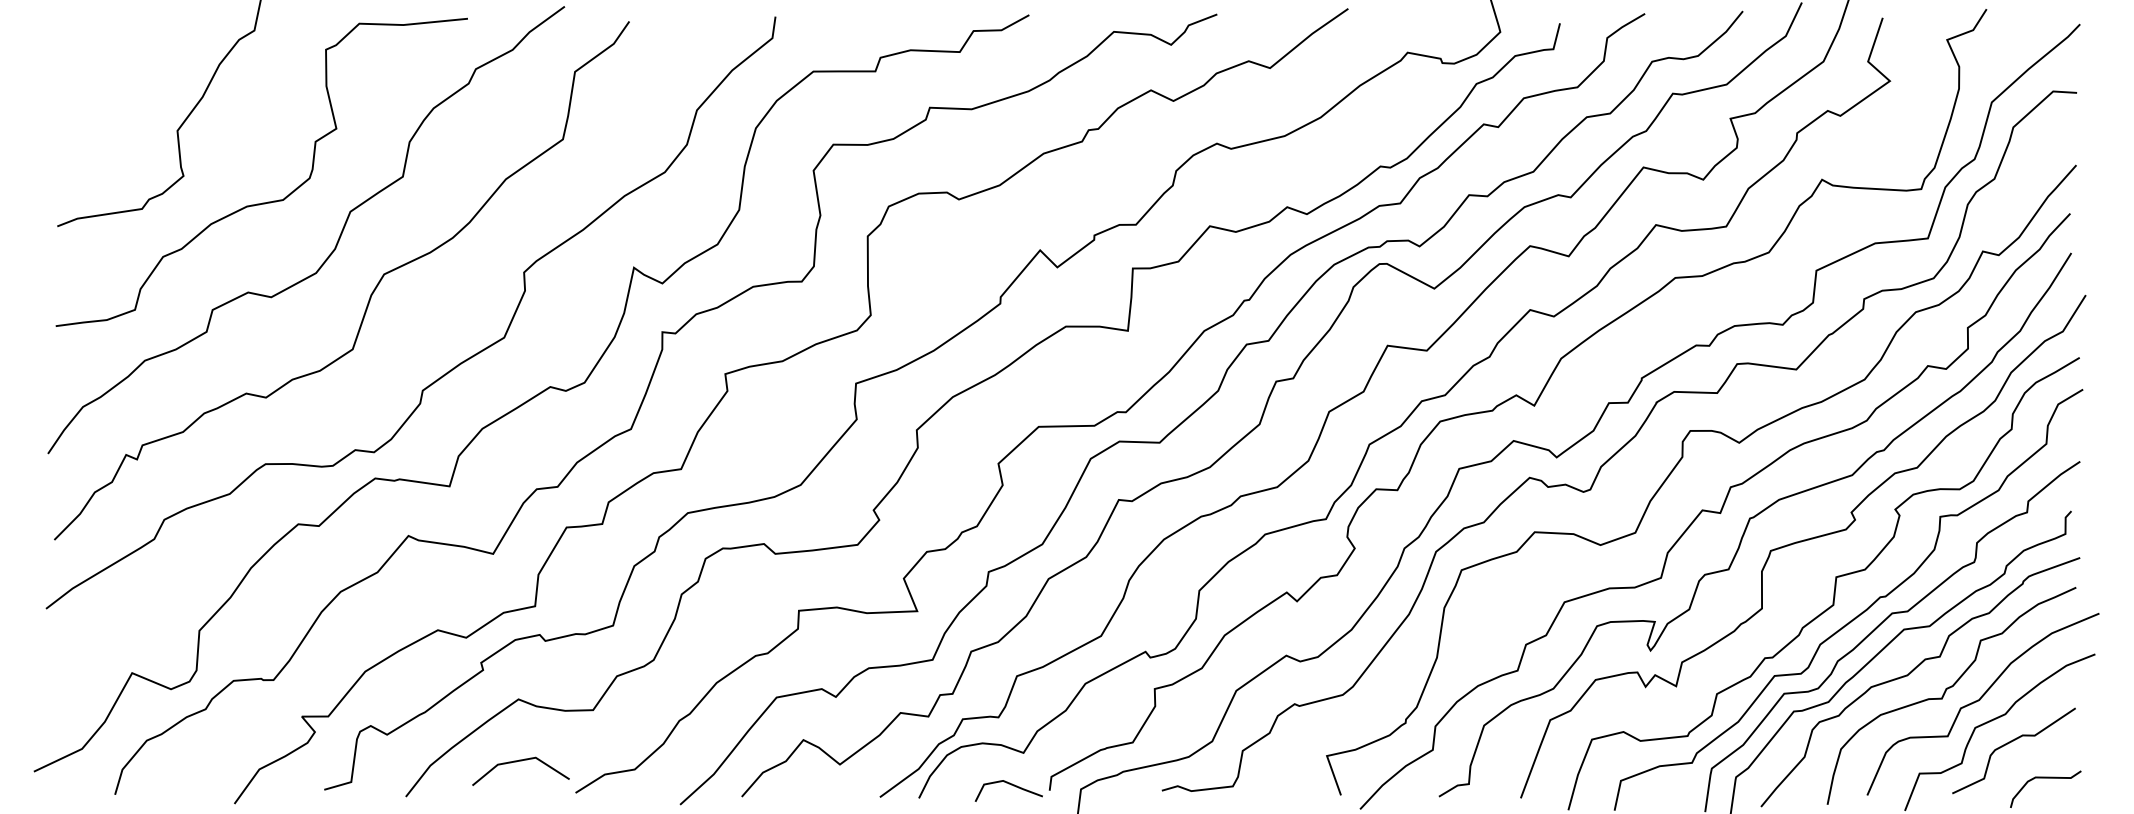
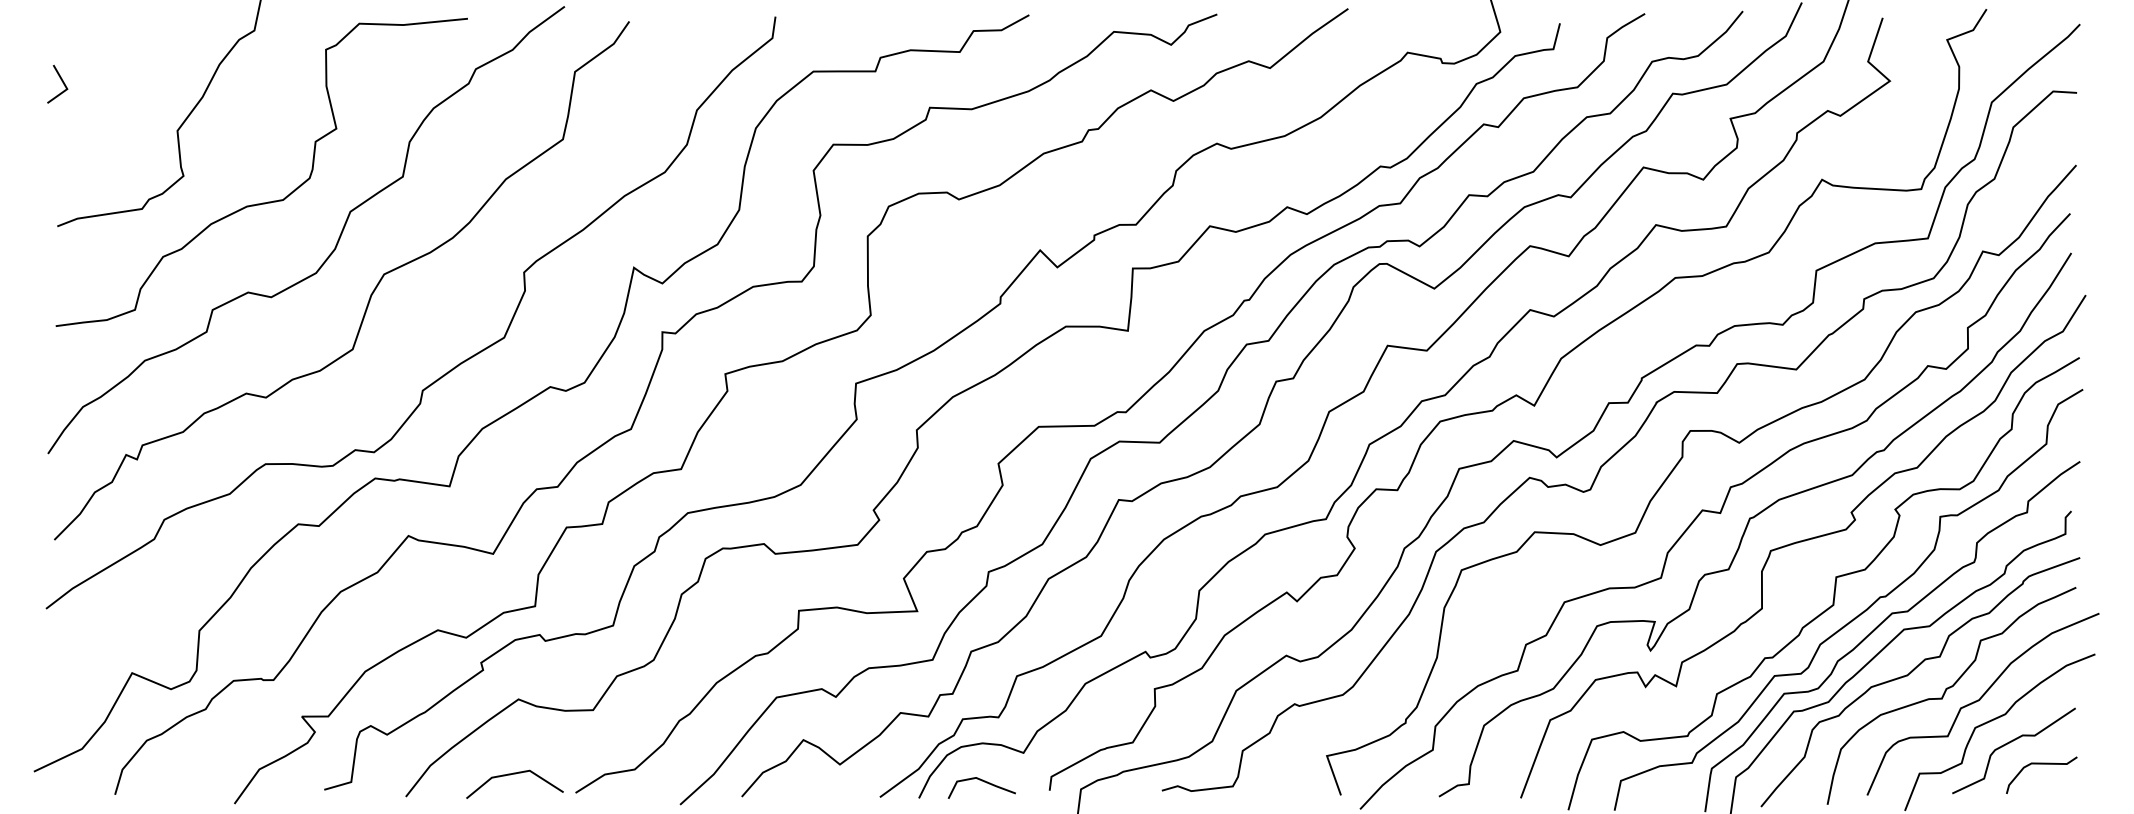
line at (61, 81): none -> present
line at (516, 762) position: (516, 762) -> (510, 775)
curve at (2045, 778) position: (2045, 778) -> (2041, 764)
line at (1011, 785) position: (1011, 785) -> (984, 782)
